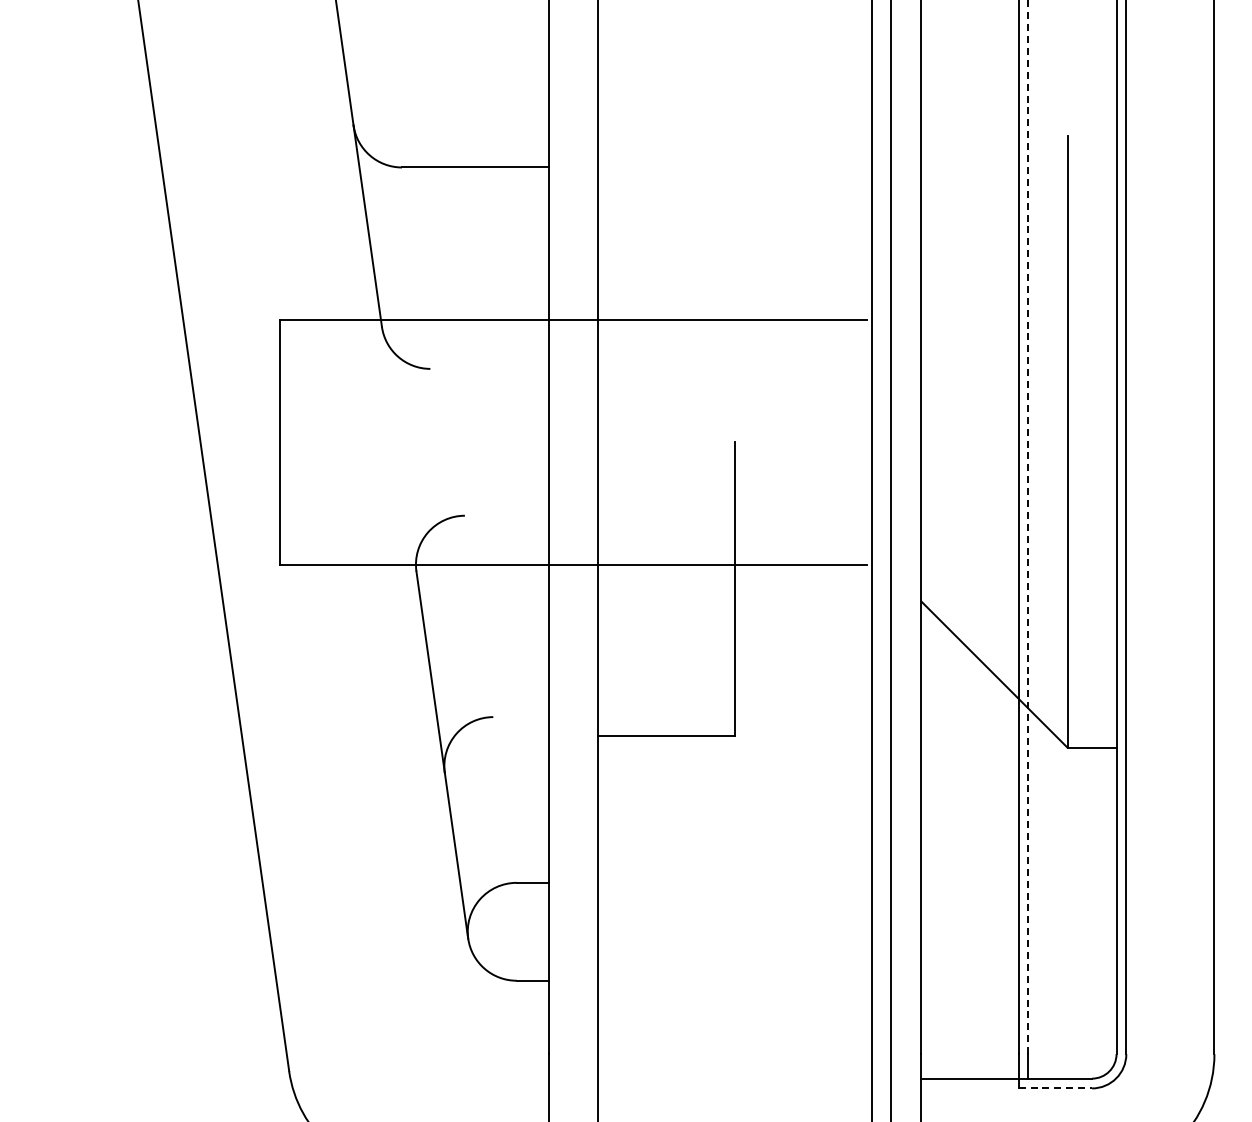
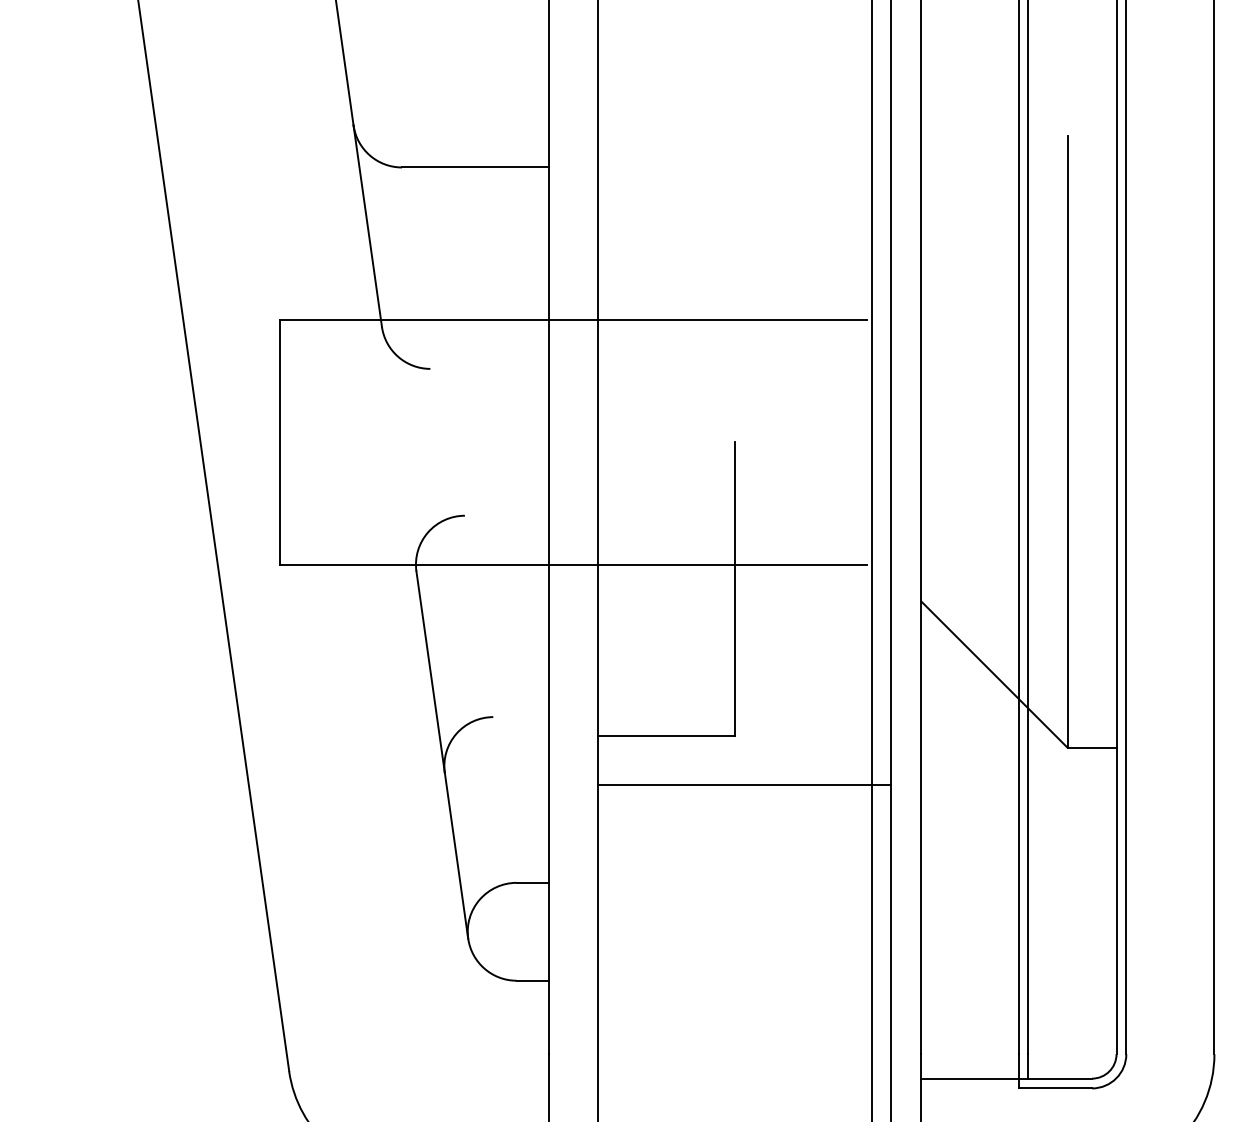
line at (1028, 527): dashed -> solid
line at (744, 784): none -> present
line at (1055, 1088): dashed -> solid
